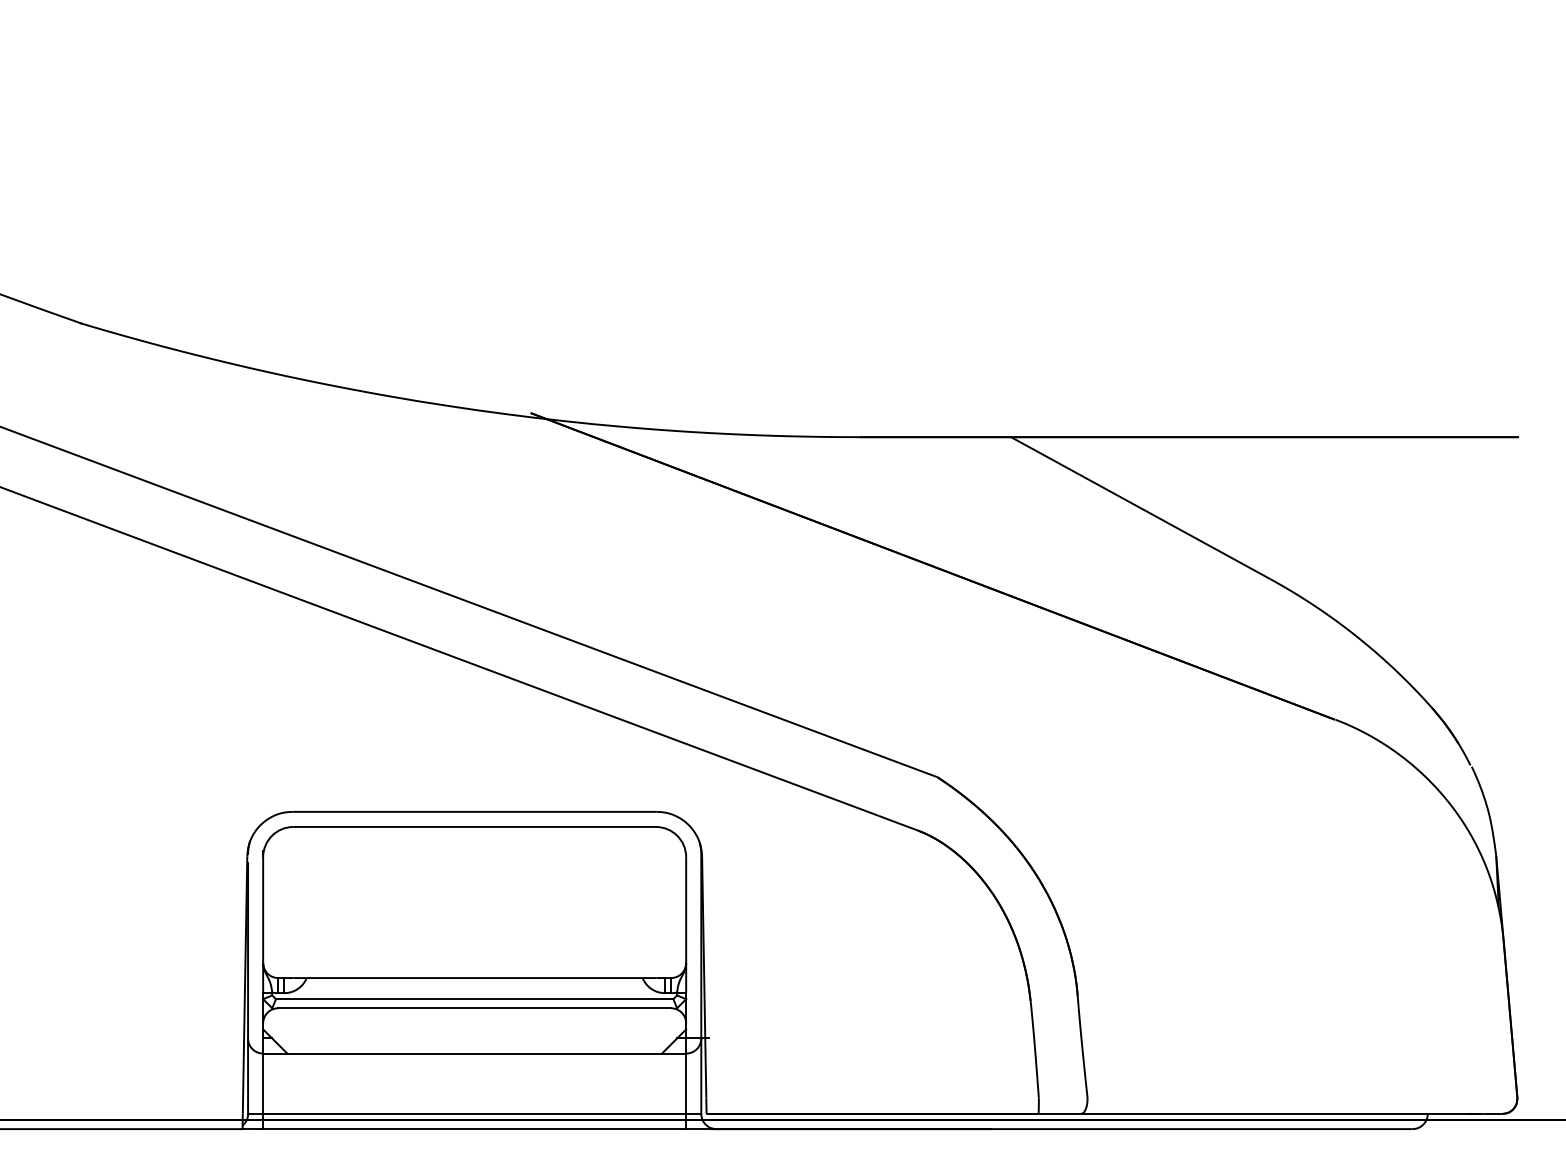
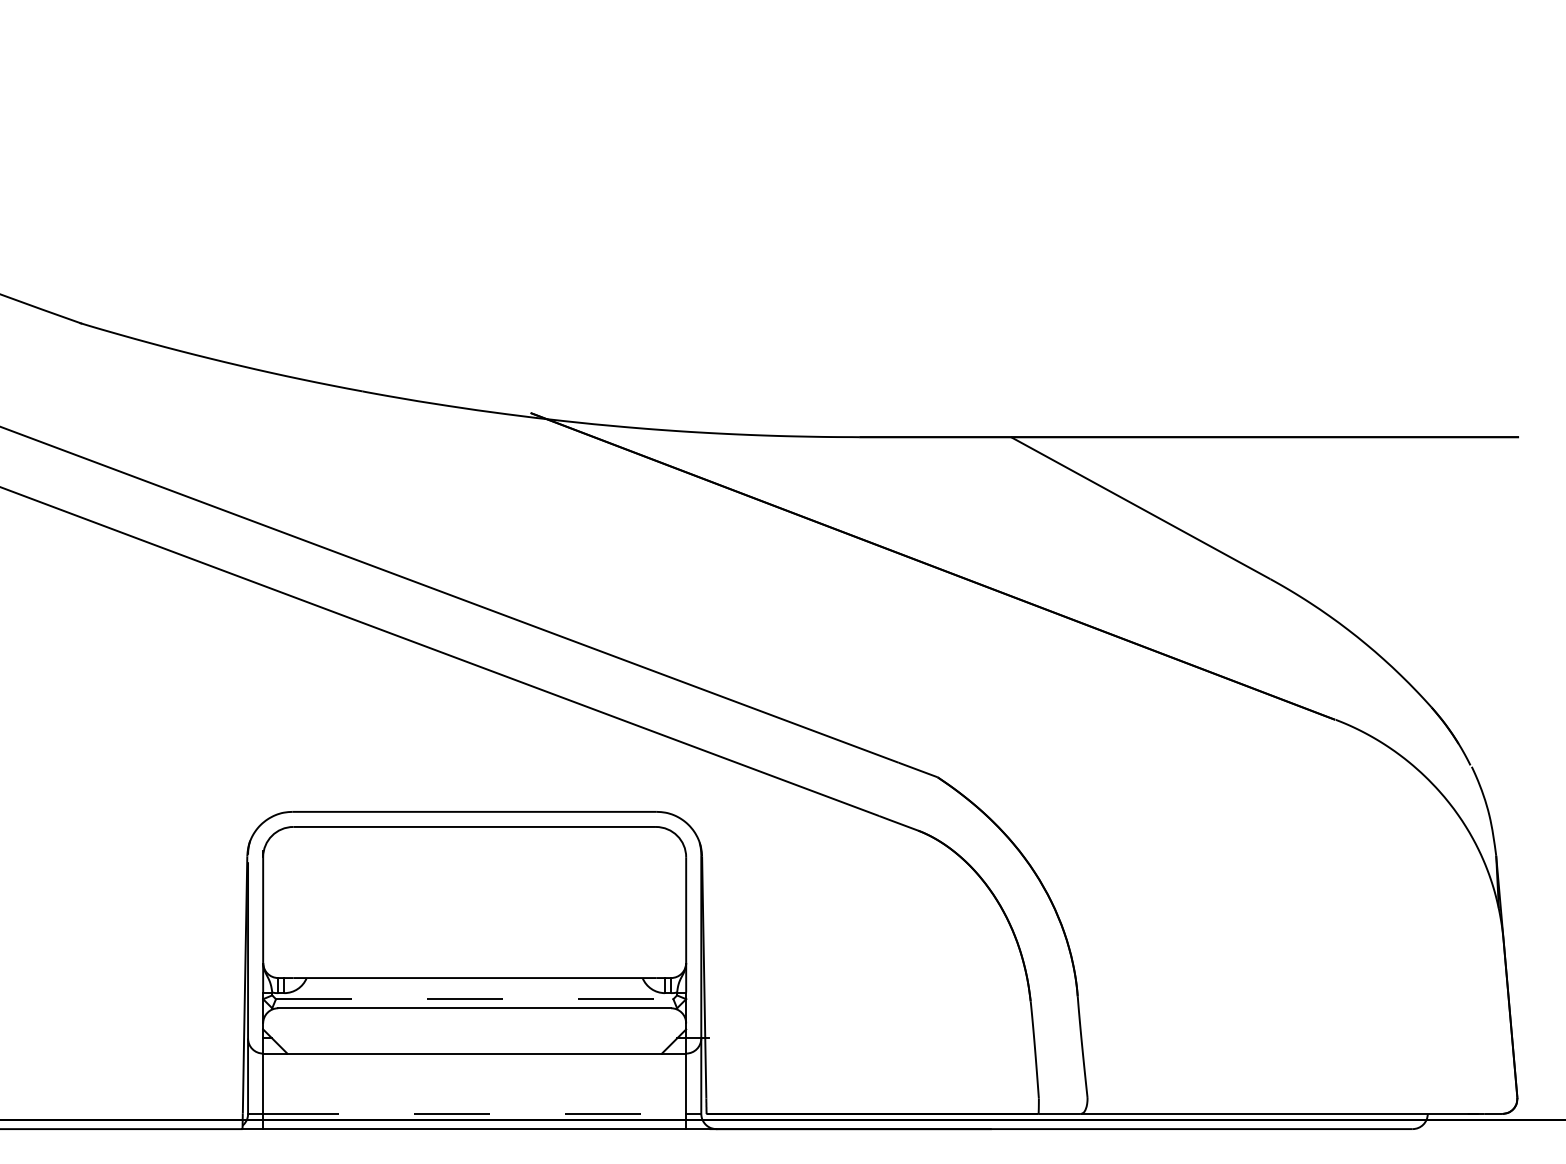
line at (474, 999): solid -> dashed
line at (474, 1114): solid -> dashed
